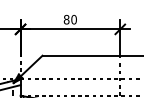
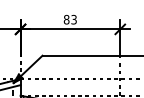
text at (73, 19): 80 -> 83
